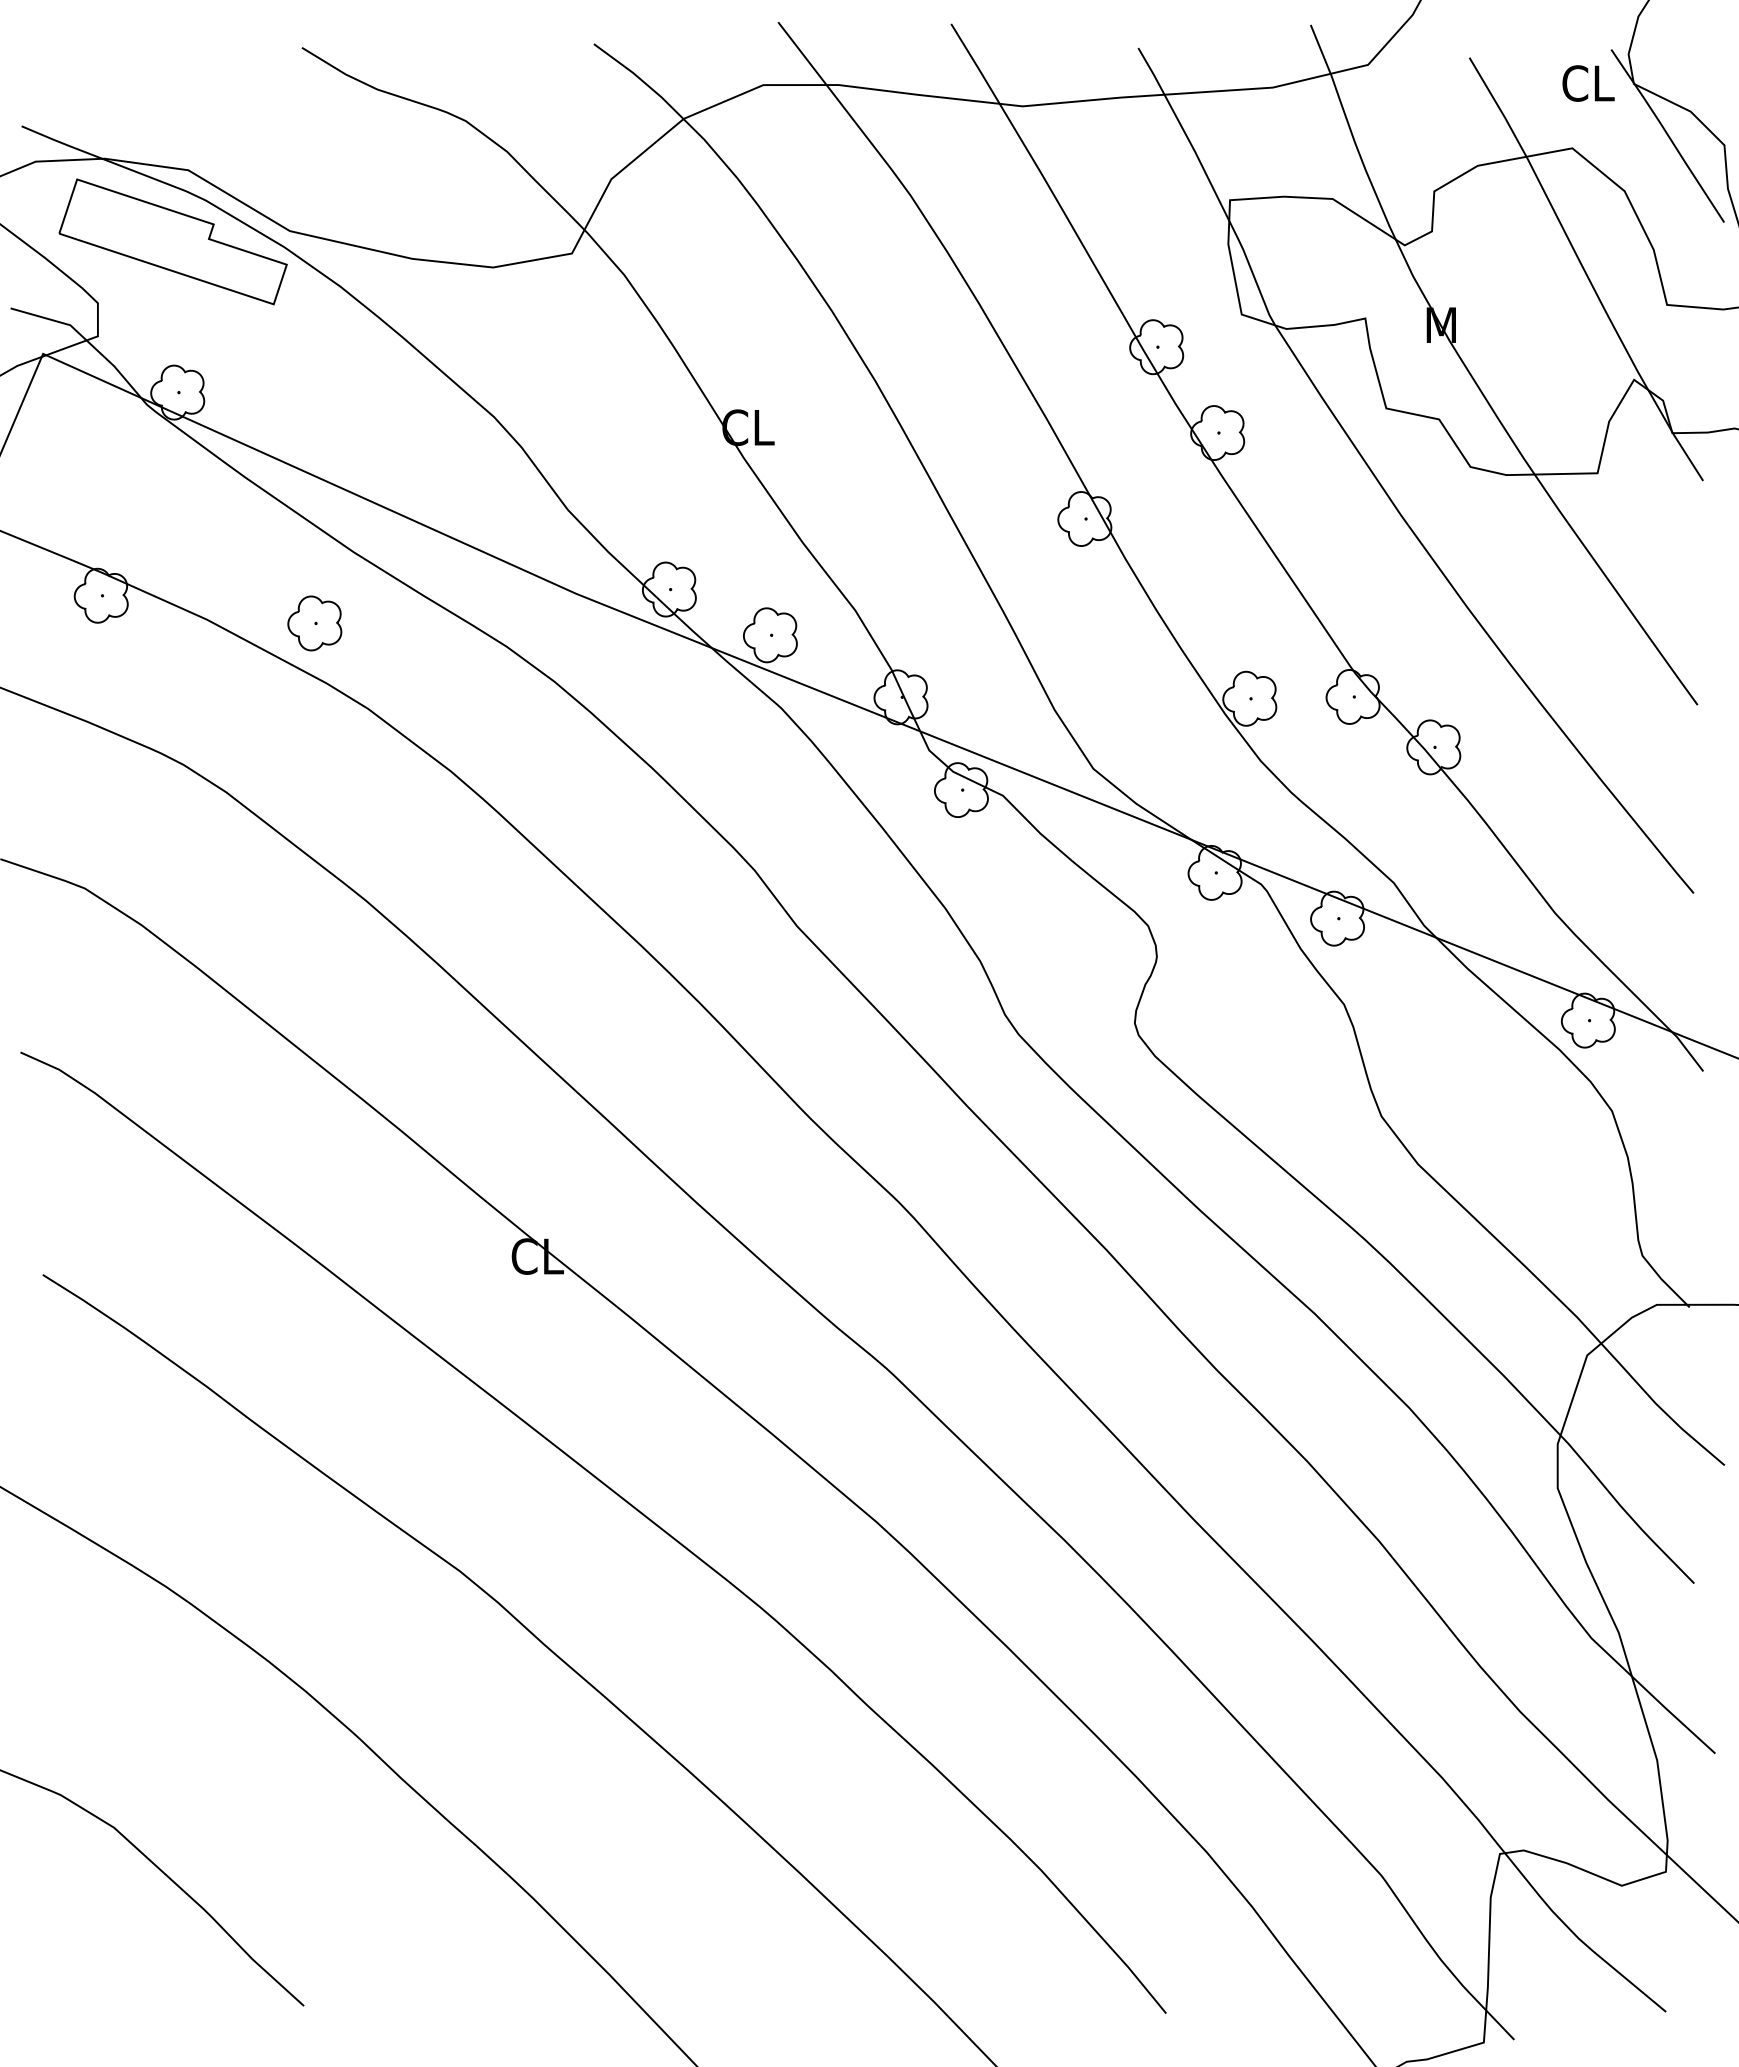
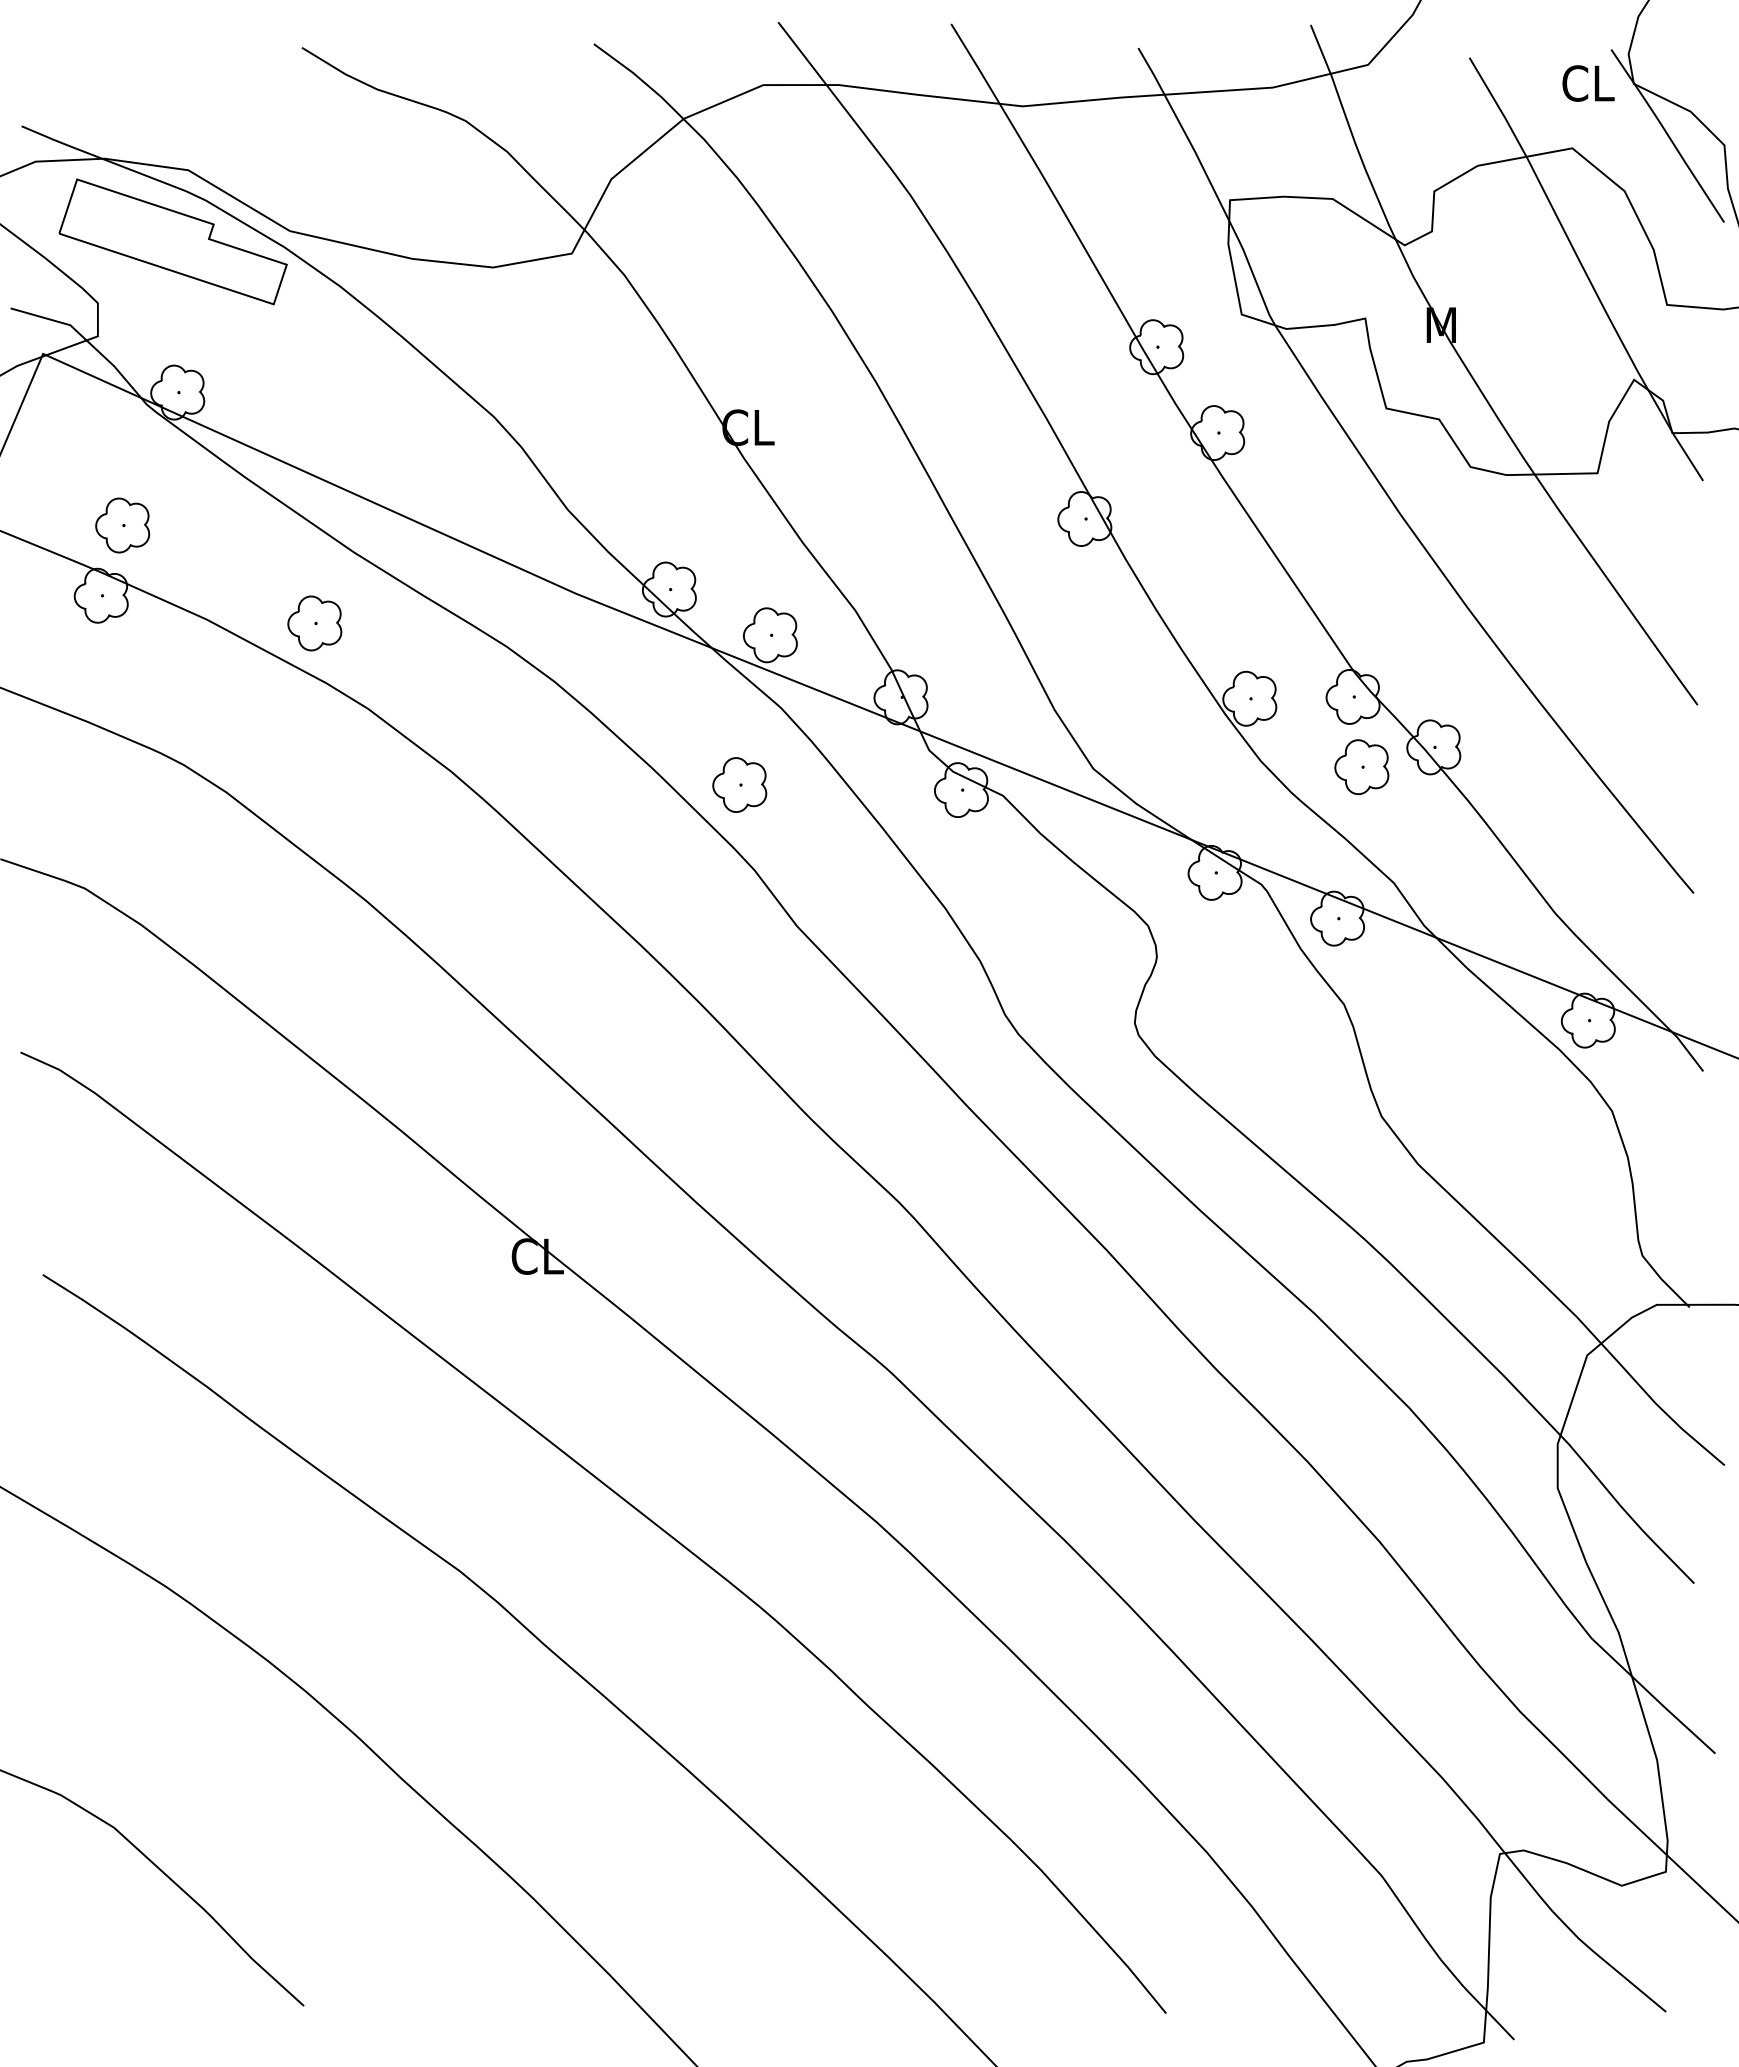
part at (122, 525): none -> present
part at (1361, 767): none -> present
part at (739, 784): none -> present
